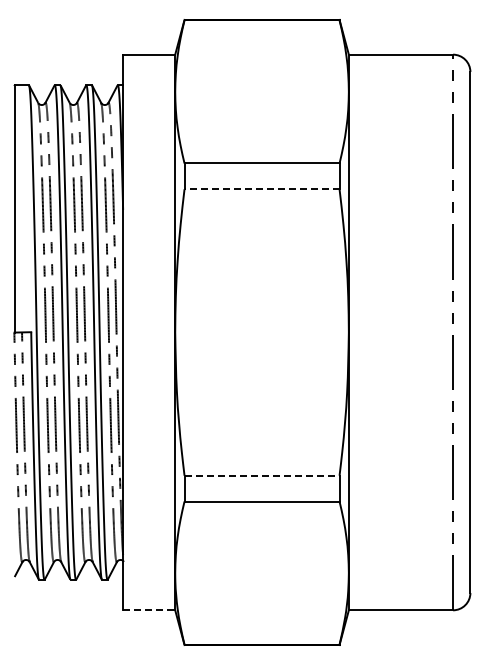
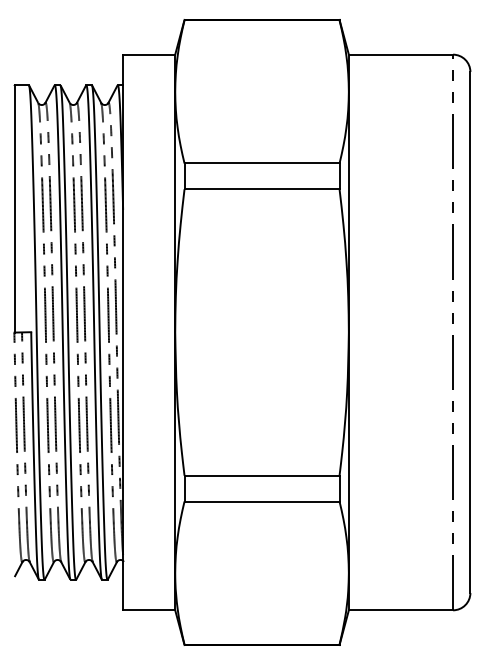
line at (262, 189): dashed -> solid
line at (262, 475): dashed -> solid
line at (149, 610): dashed -> solid
